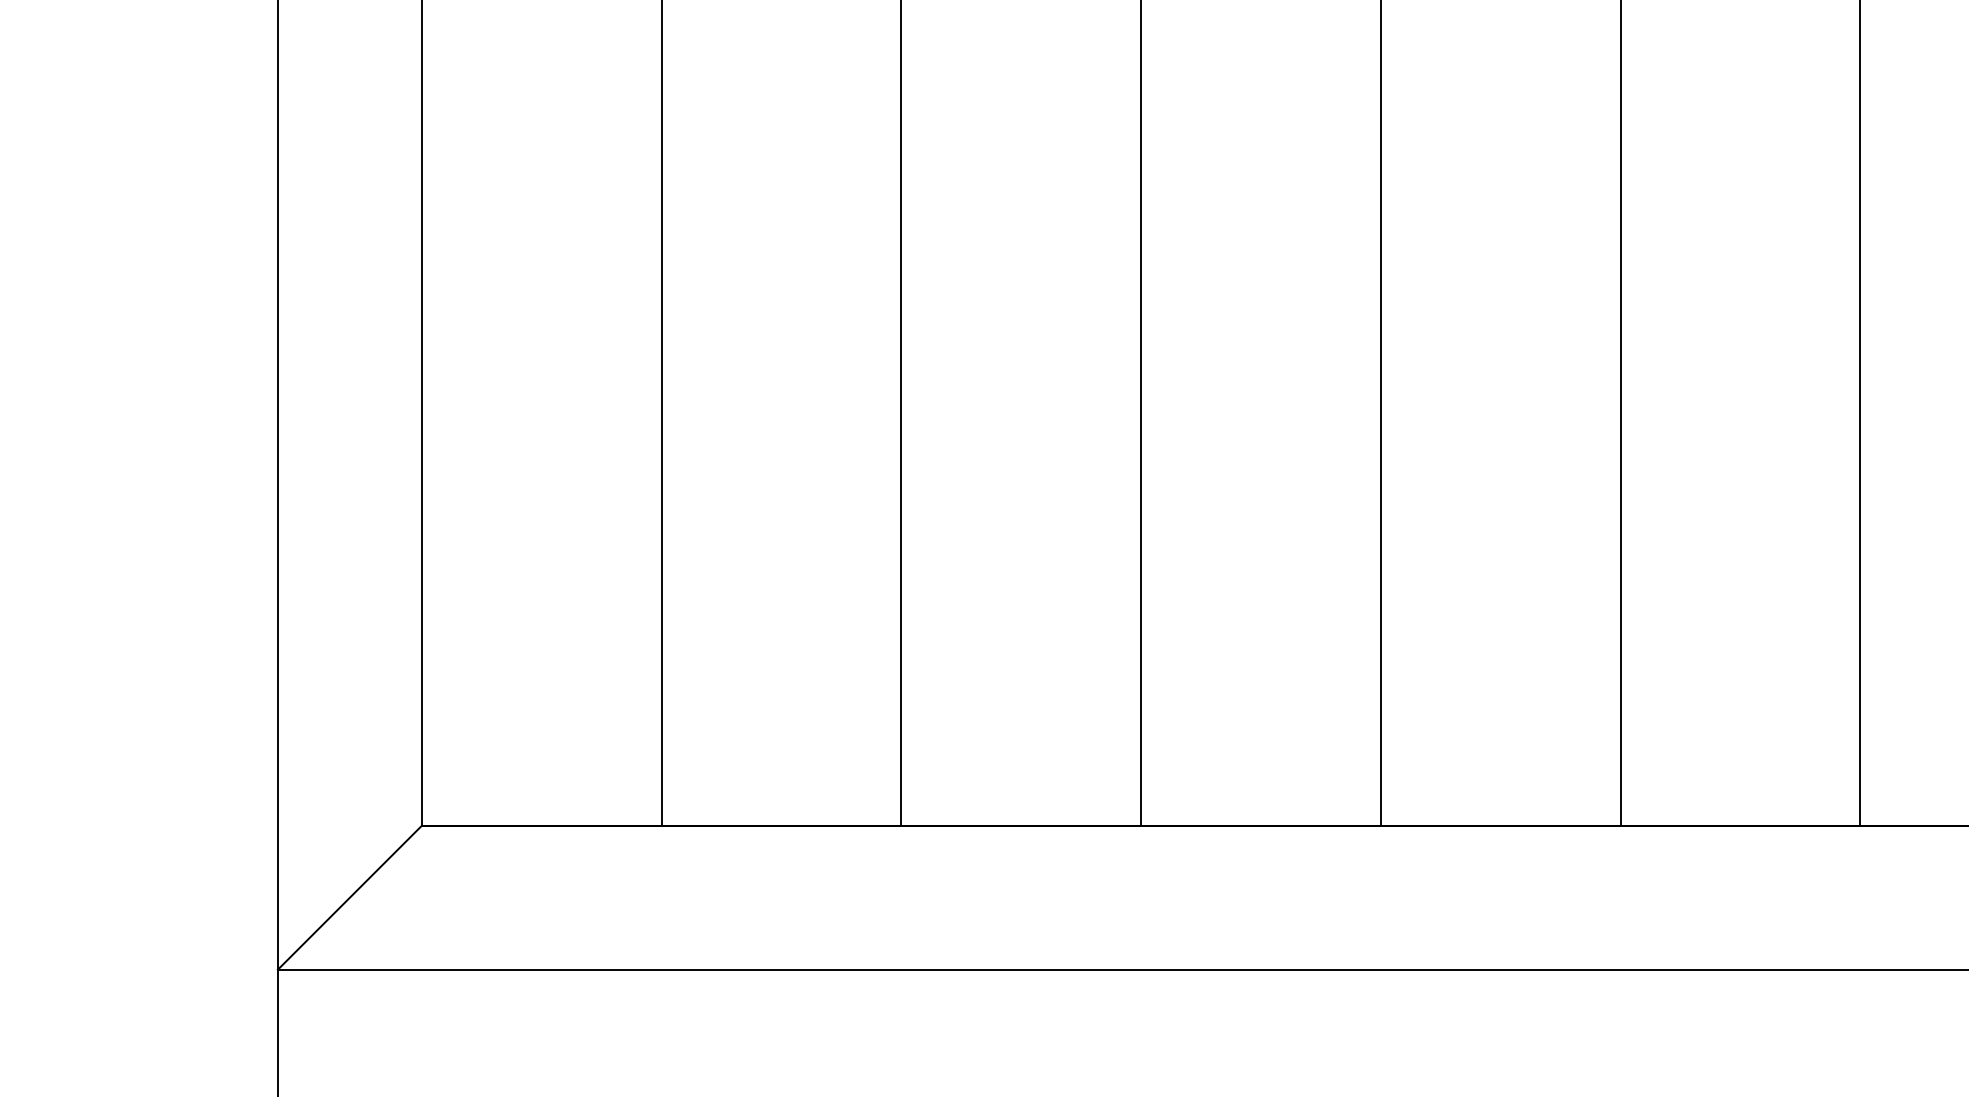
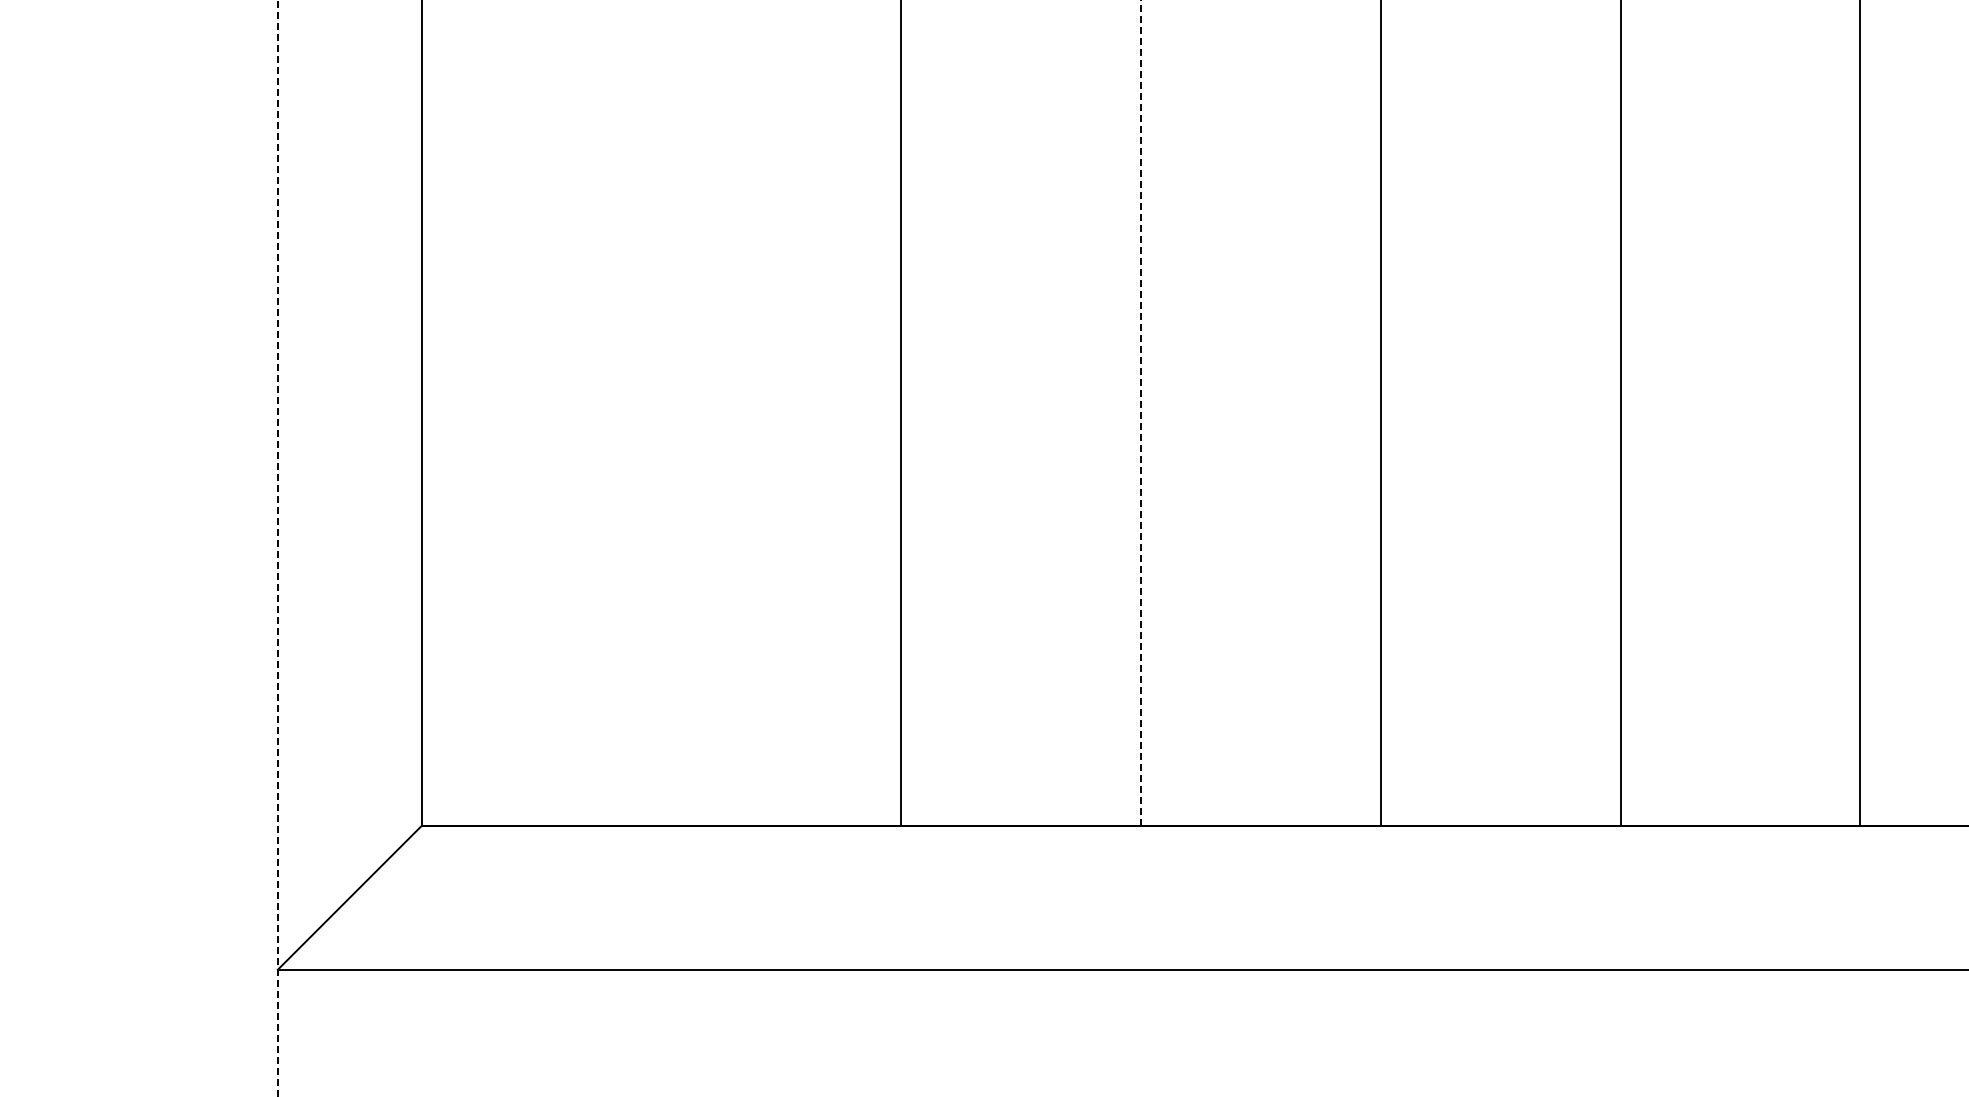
line at (661, 413): present -> none
line at (1141, 413): solid -> dashed
line at (277, 549): solid -> dashed
